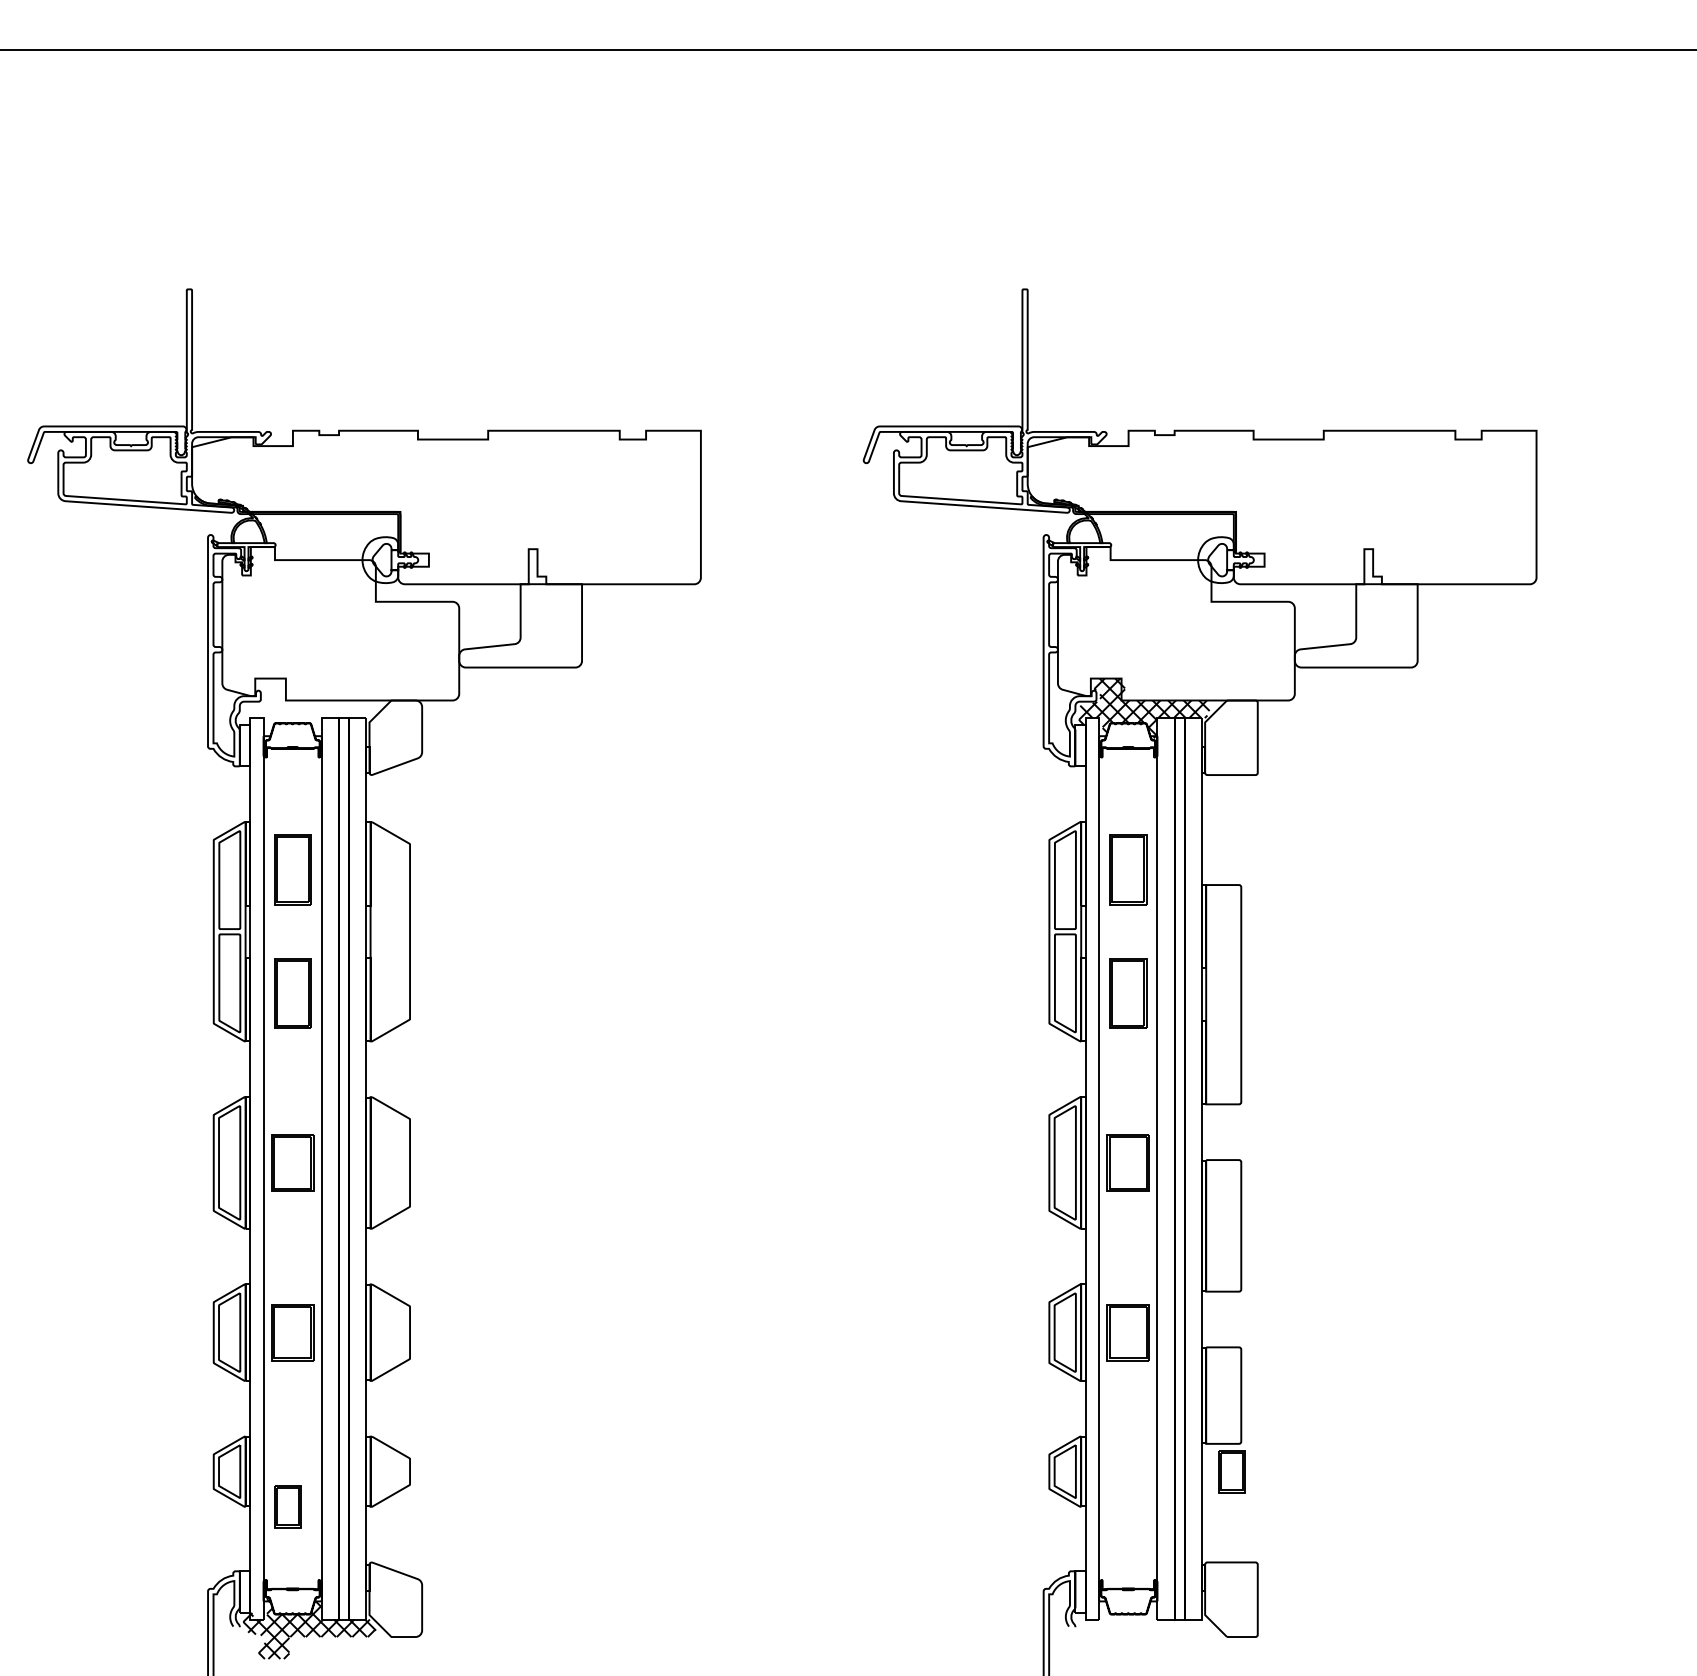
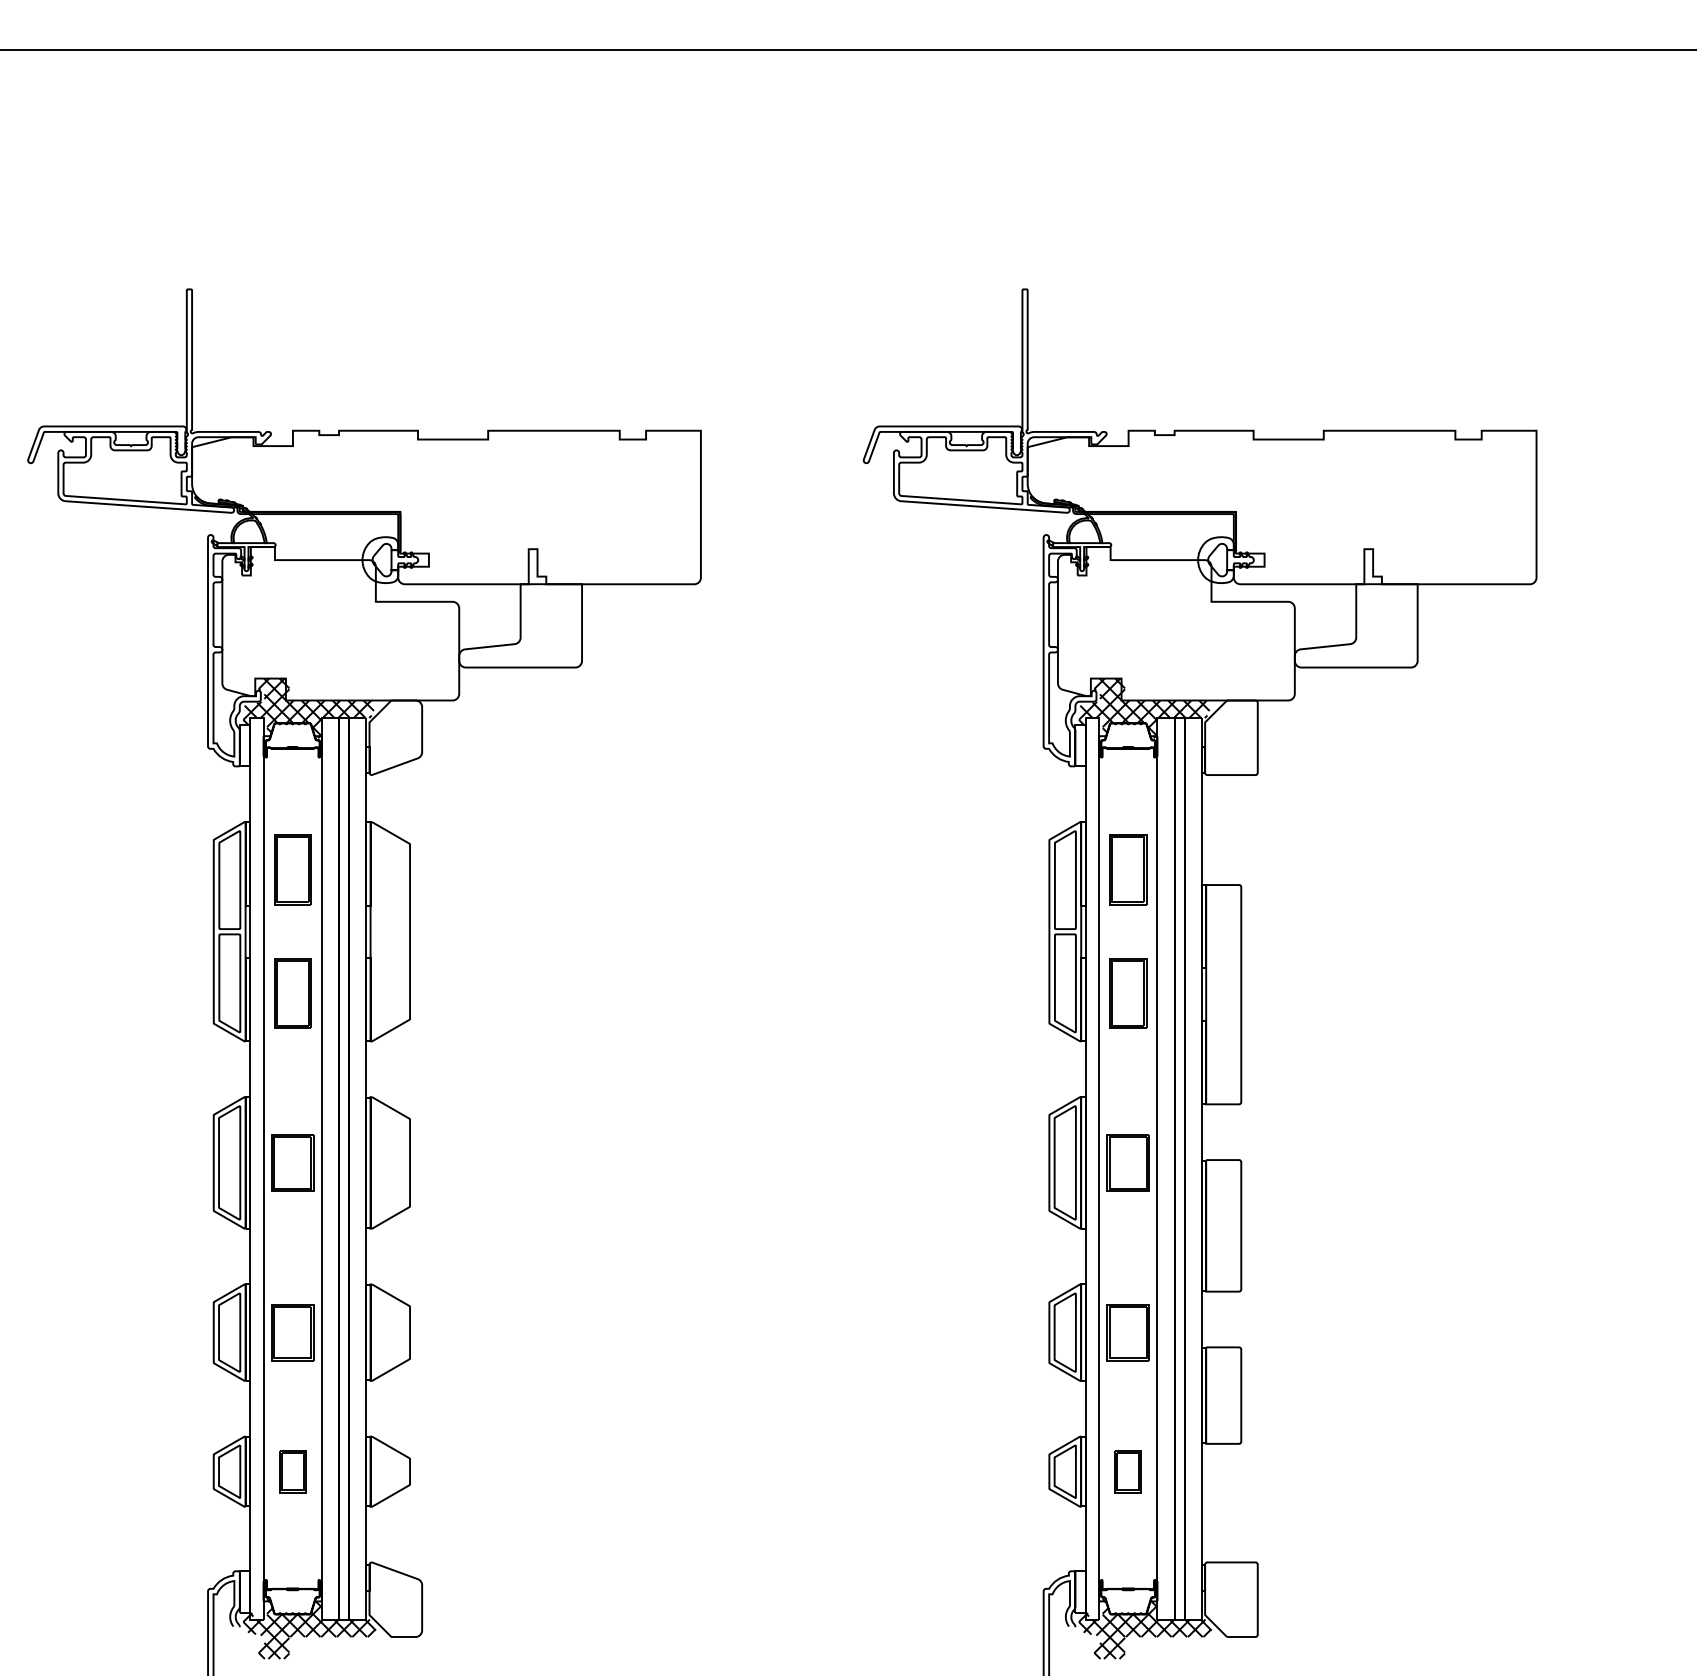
hatch at (311, 708): none -> present
part at (1231, 1471) position: (1231, 1471) -> (1127, 1471)
part at (287, 1506) position: (287, 1506) -> (292, 1471)
hatch at (1144, 1628): none -> present
